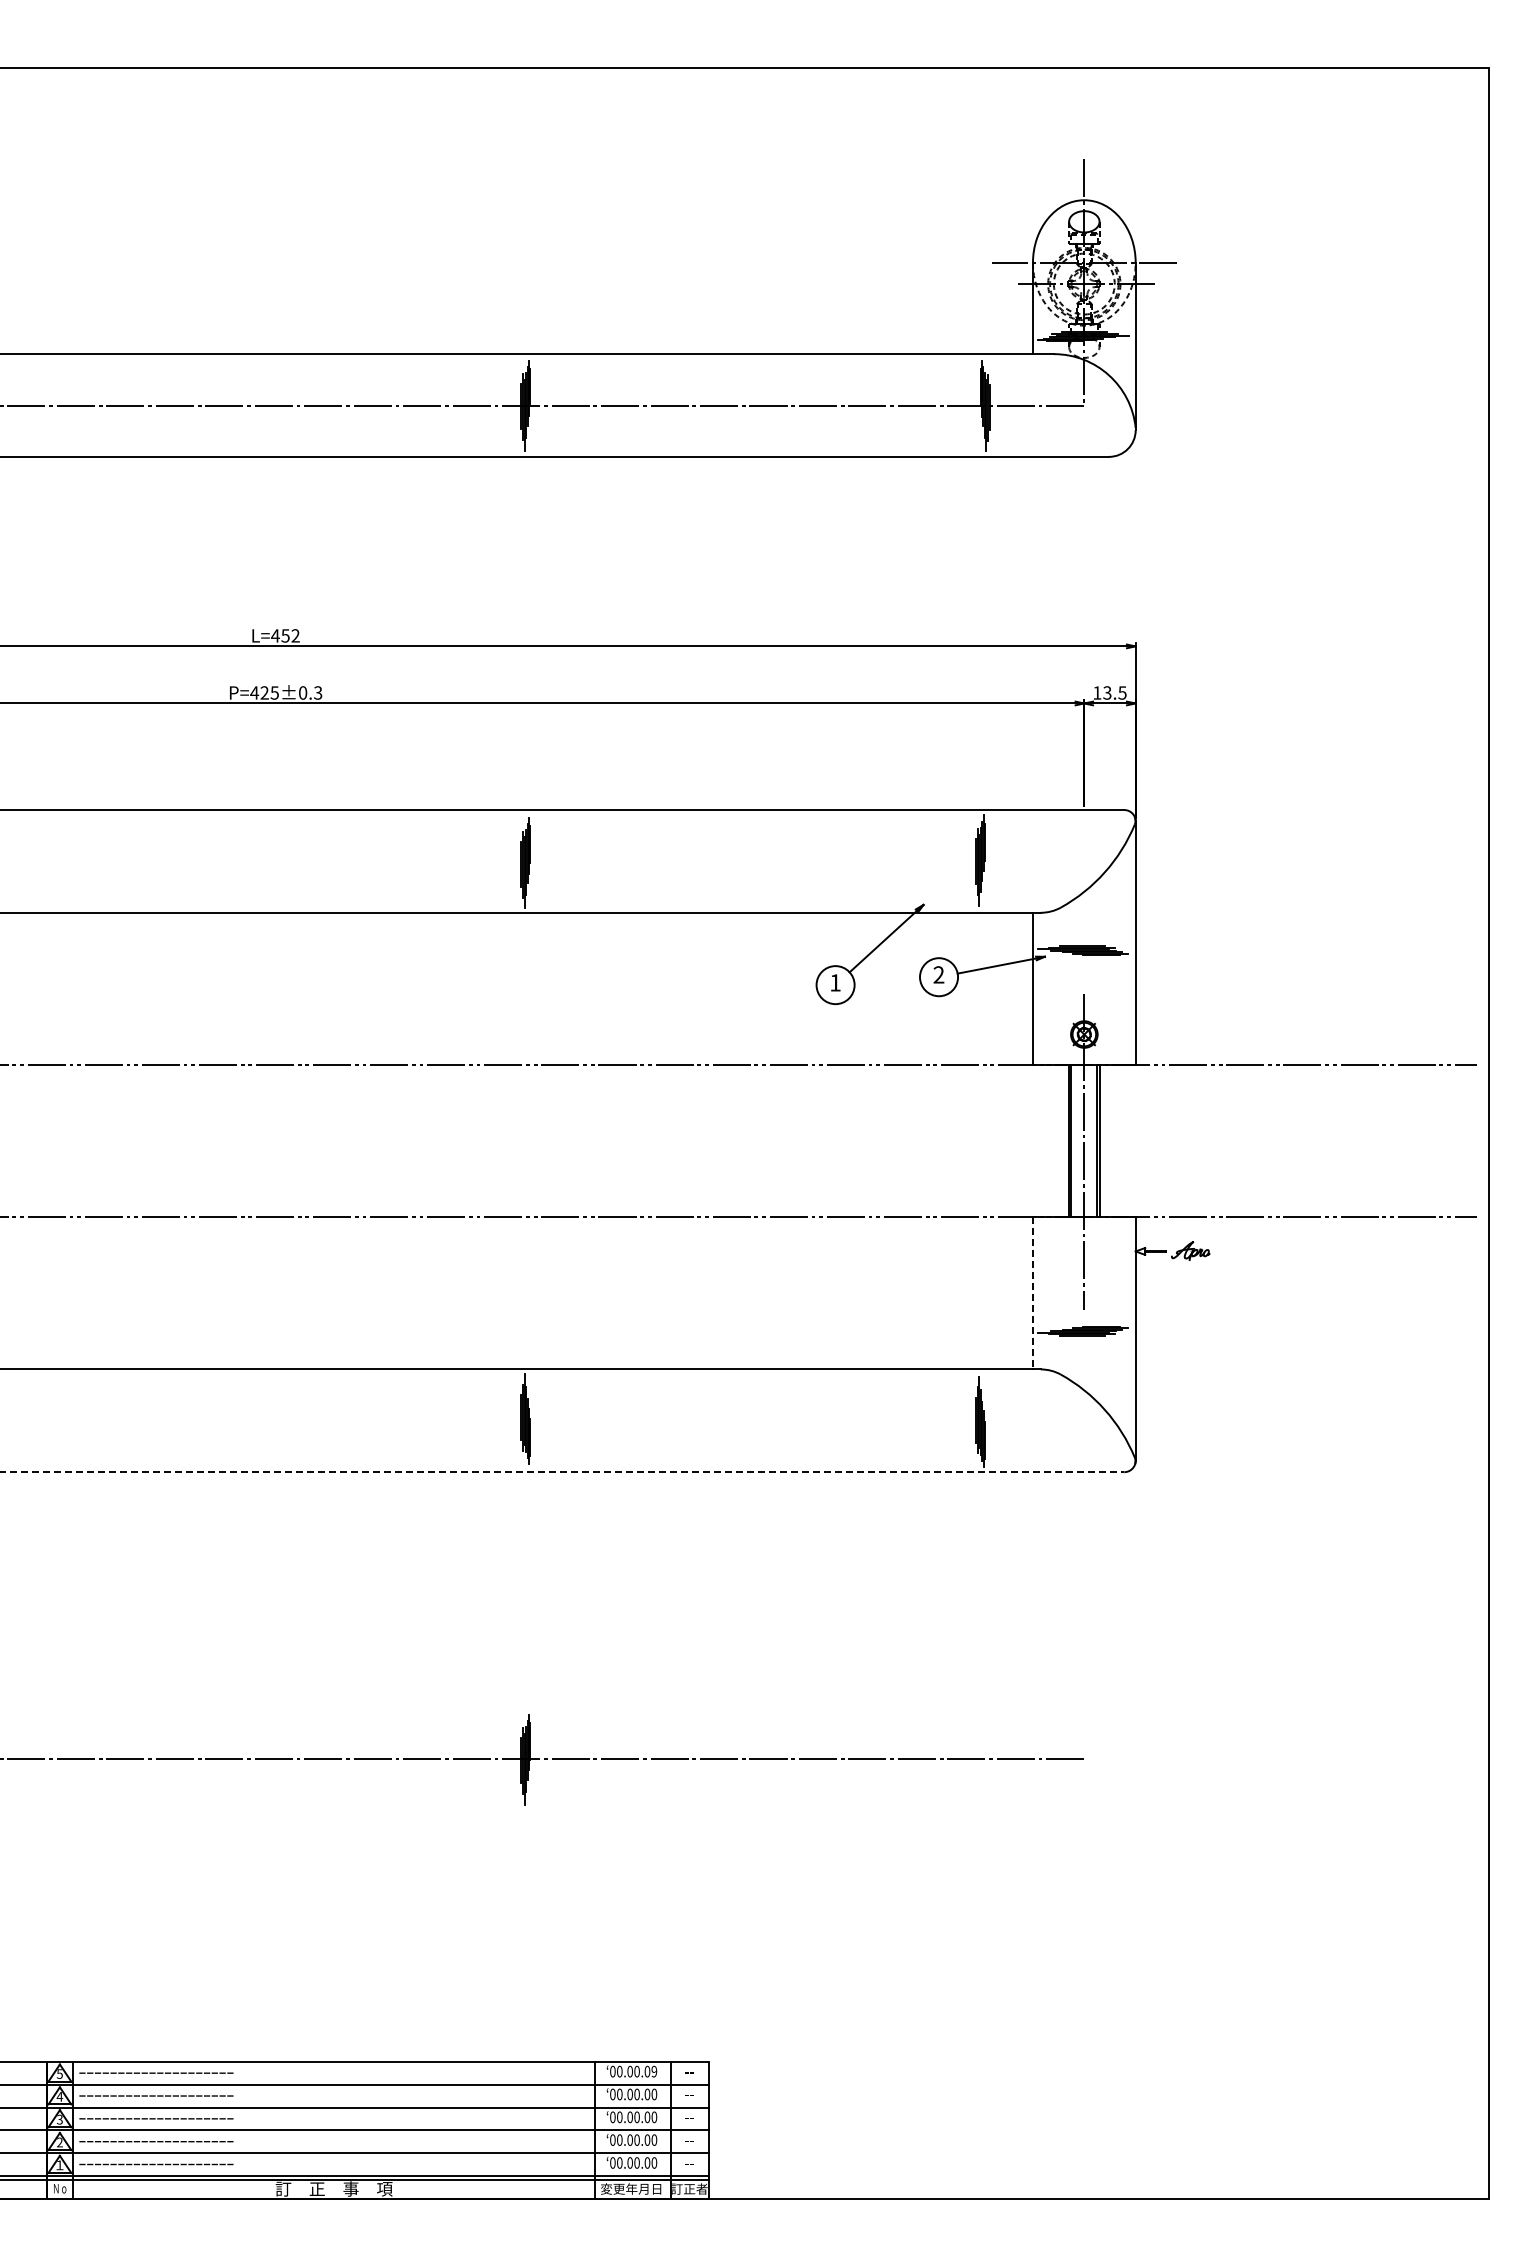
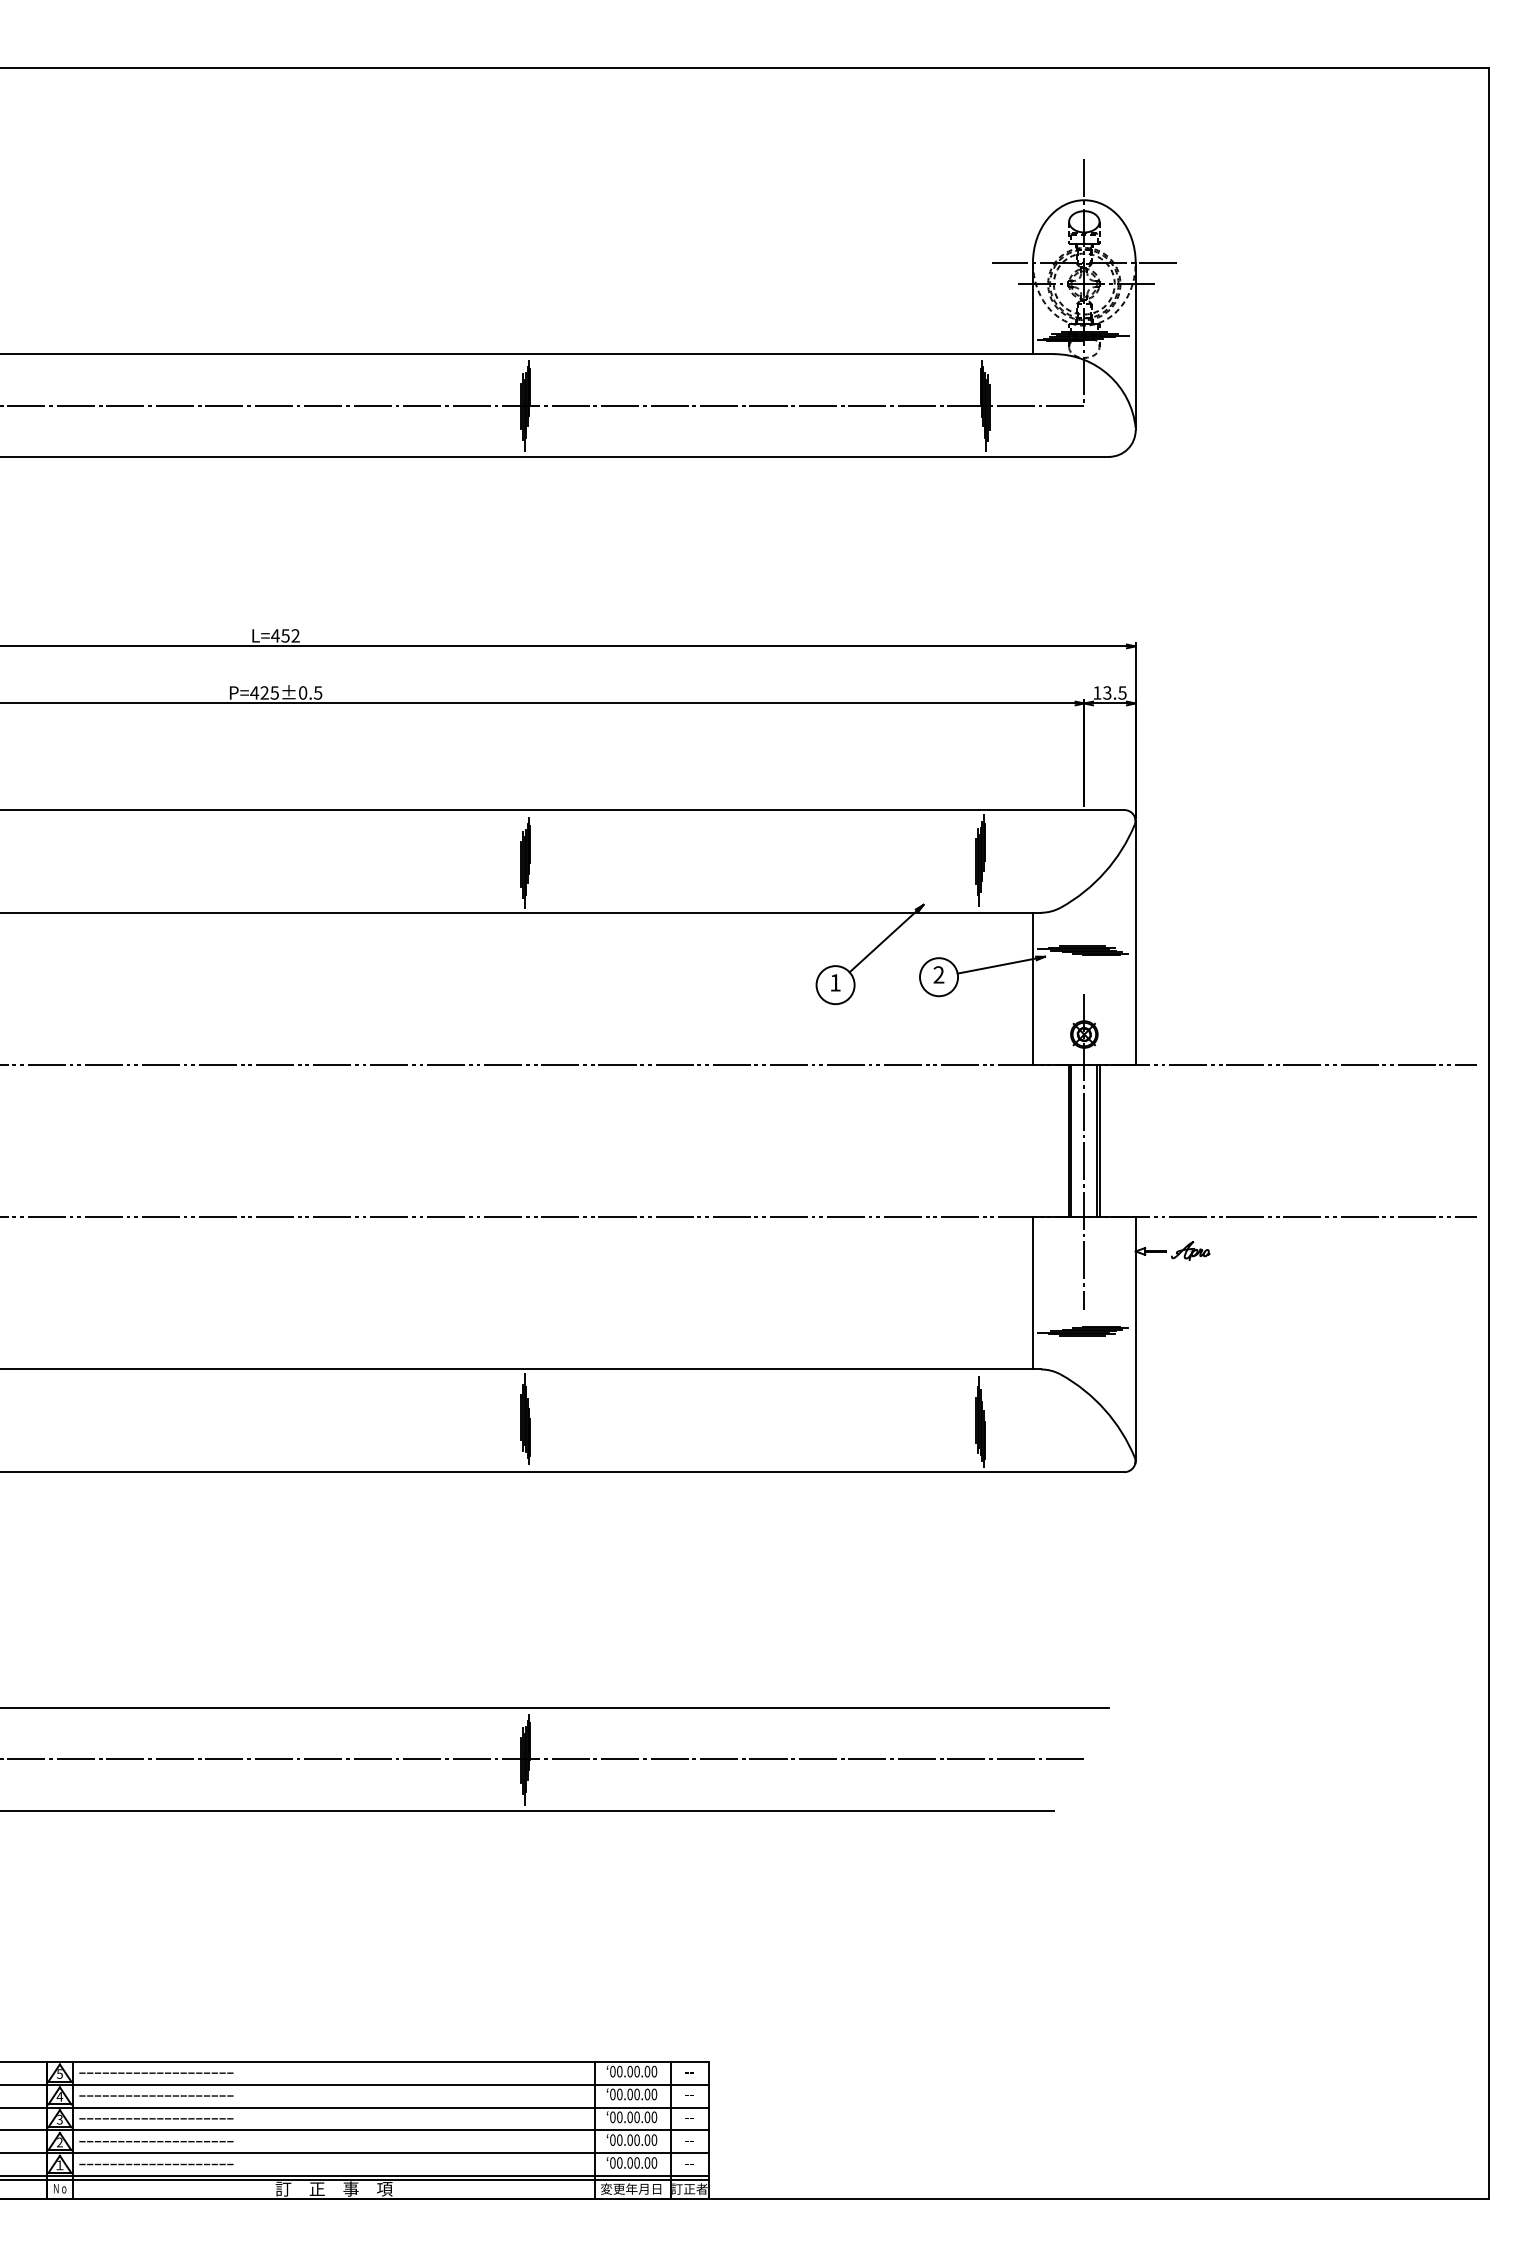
text at (318, 692): P=425±0.3 -> P=425±0.5
line at (1032, 1293): dashed -> solid
line at (562, 1472): dashed -> solid
line at (555, 1708): none -> present
line at (527, 1810): none -> present
text at (654, 2071): 00.00.09 -> 00.00.00
